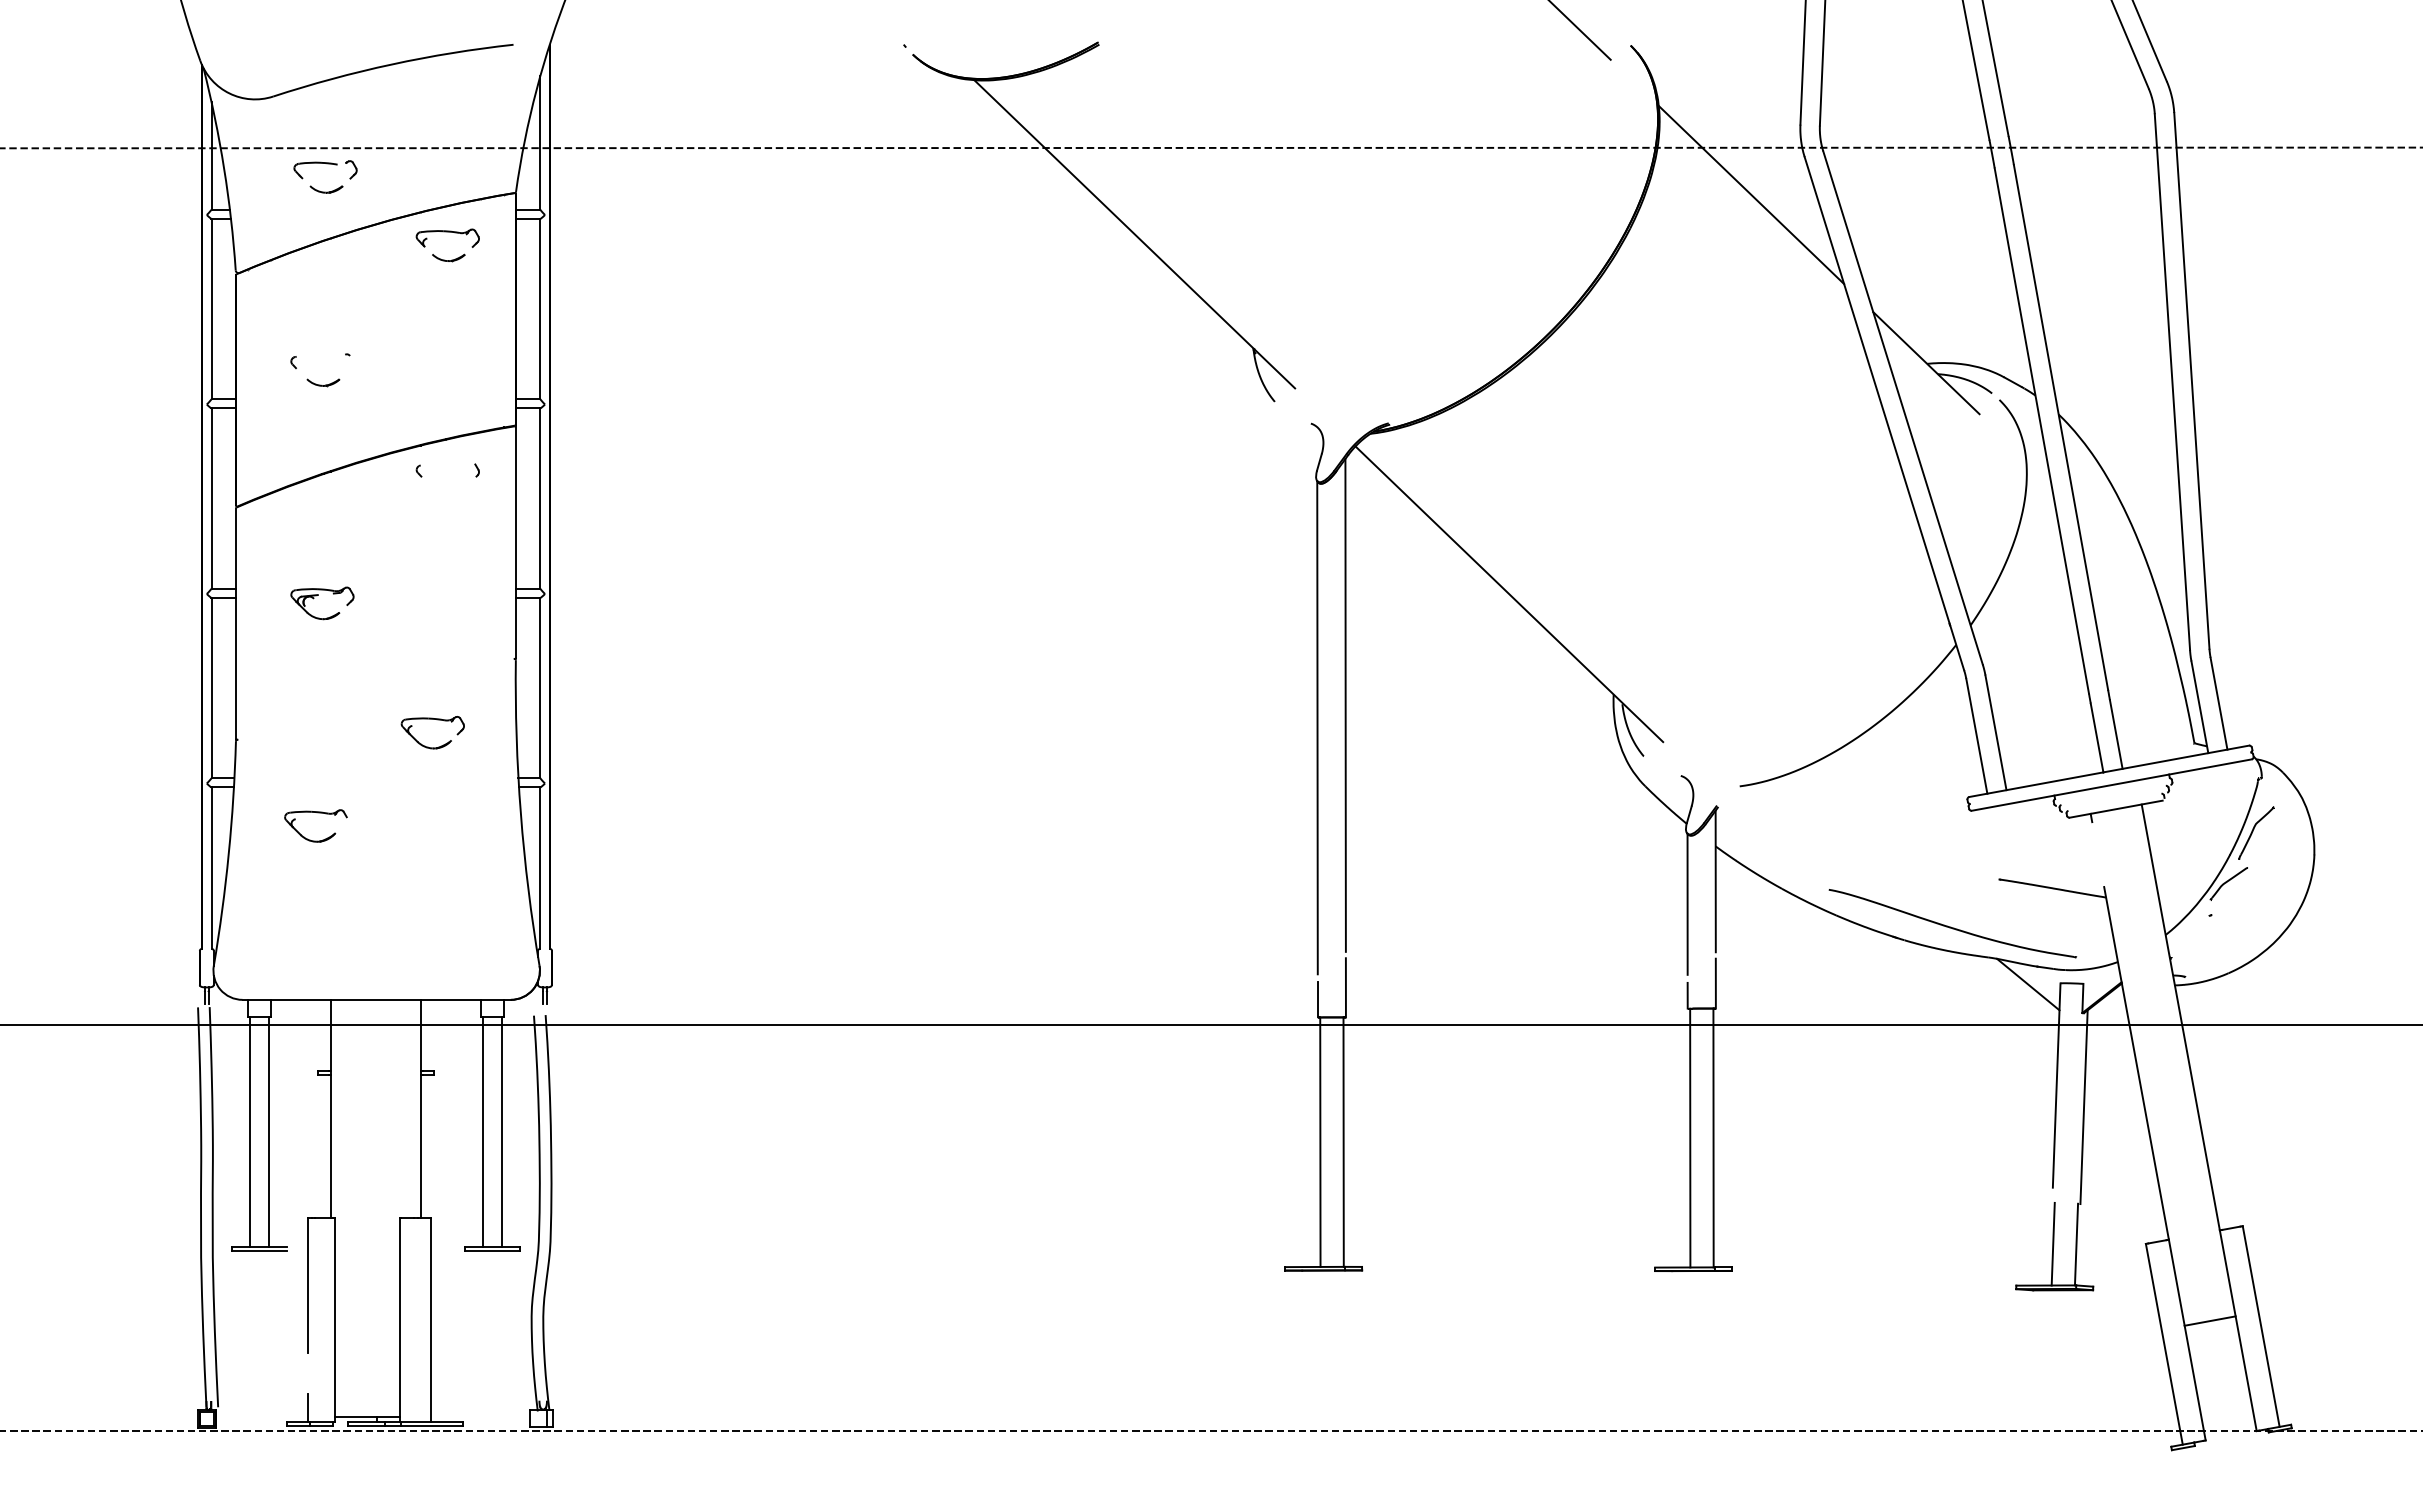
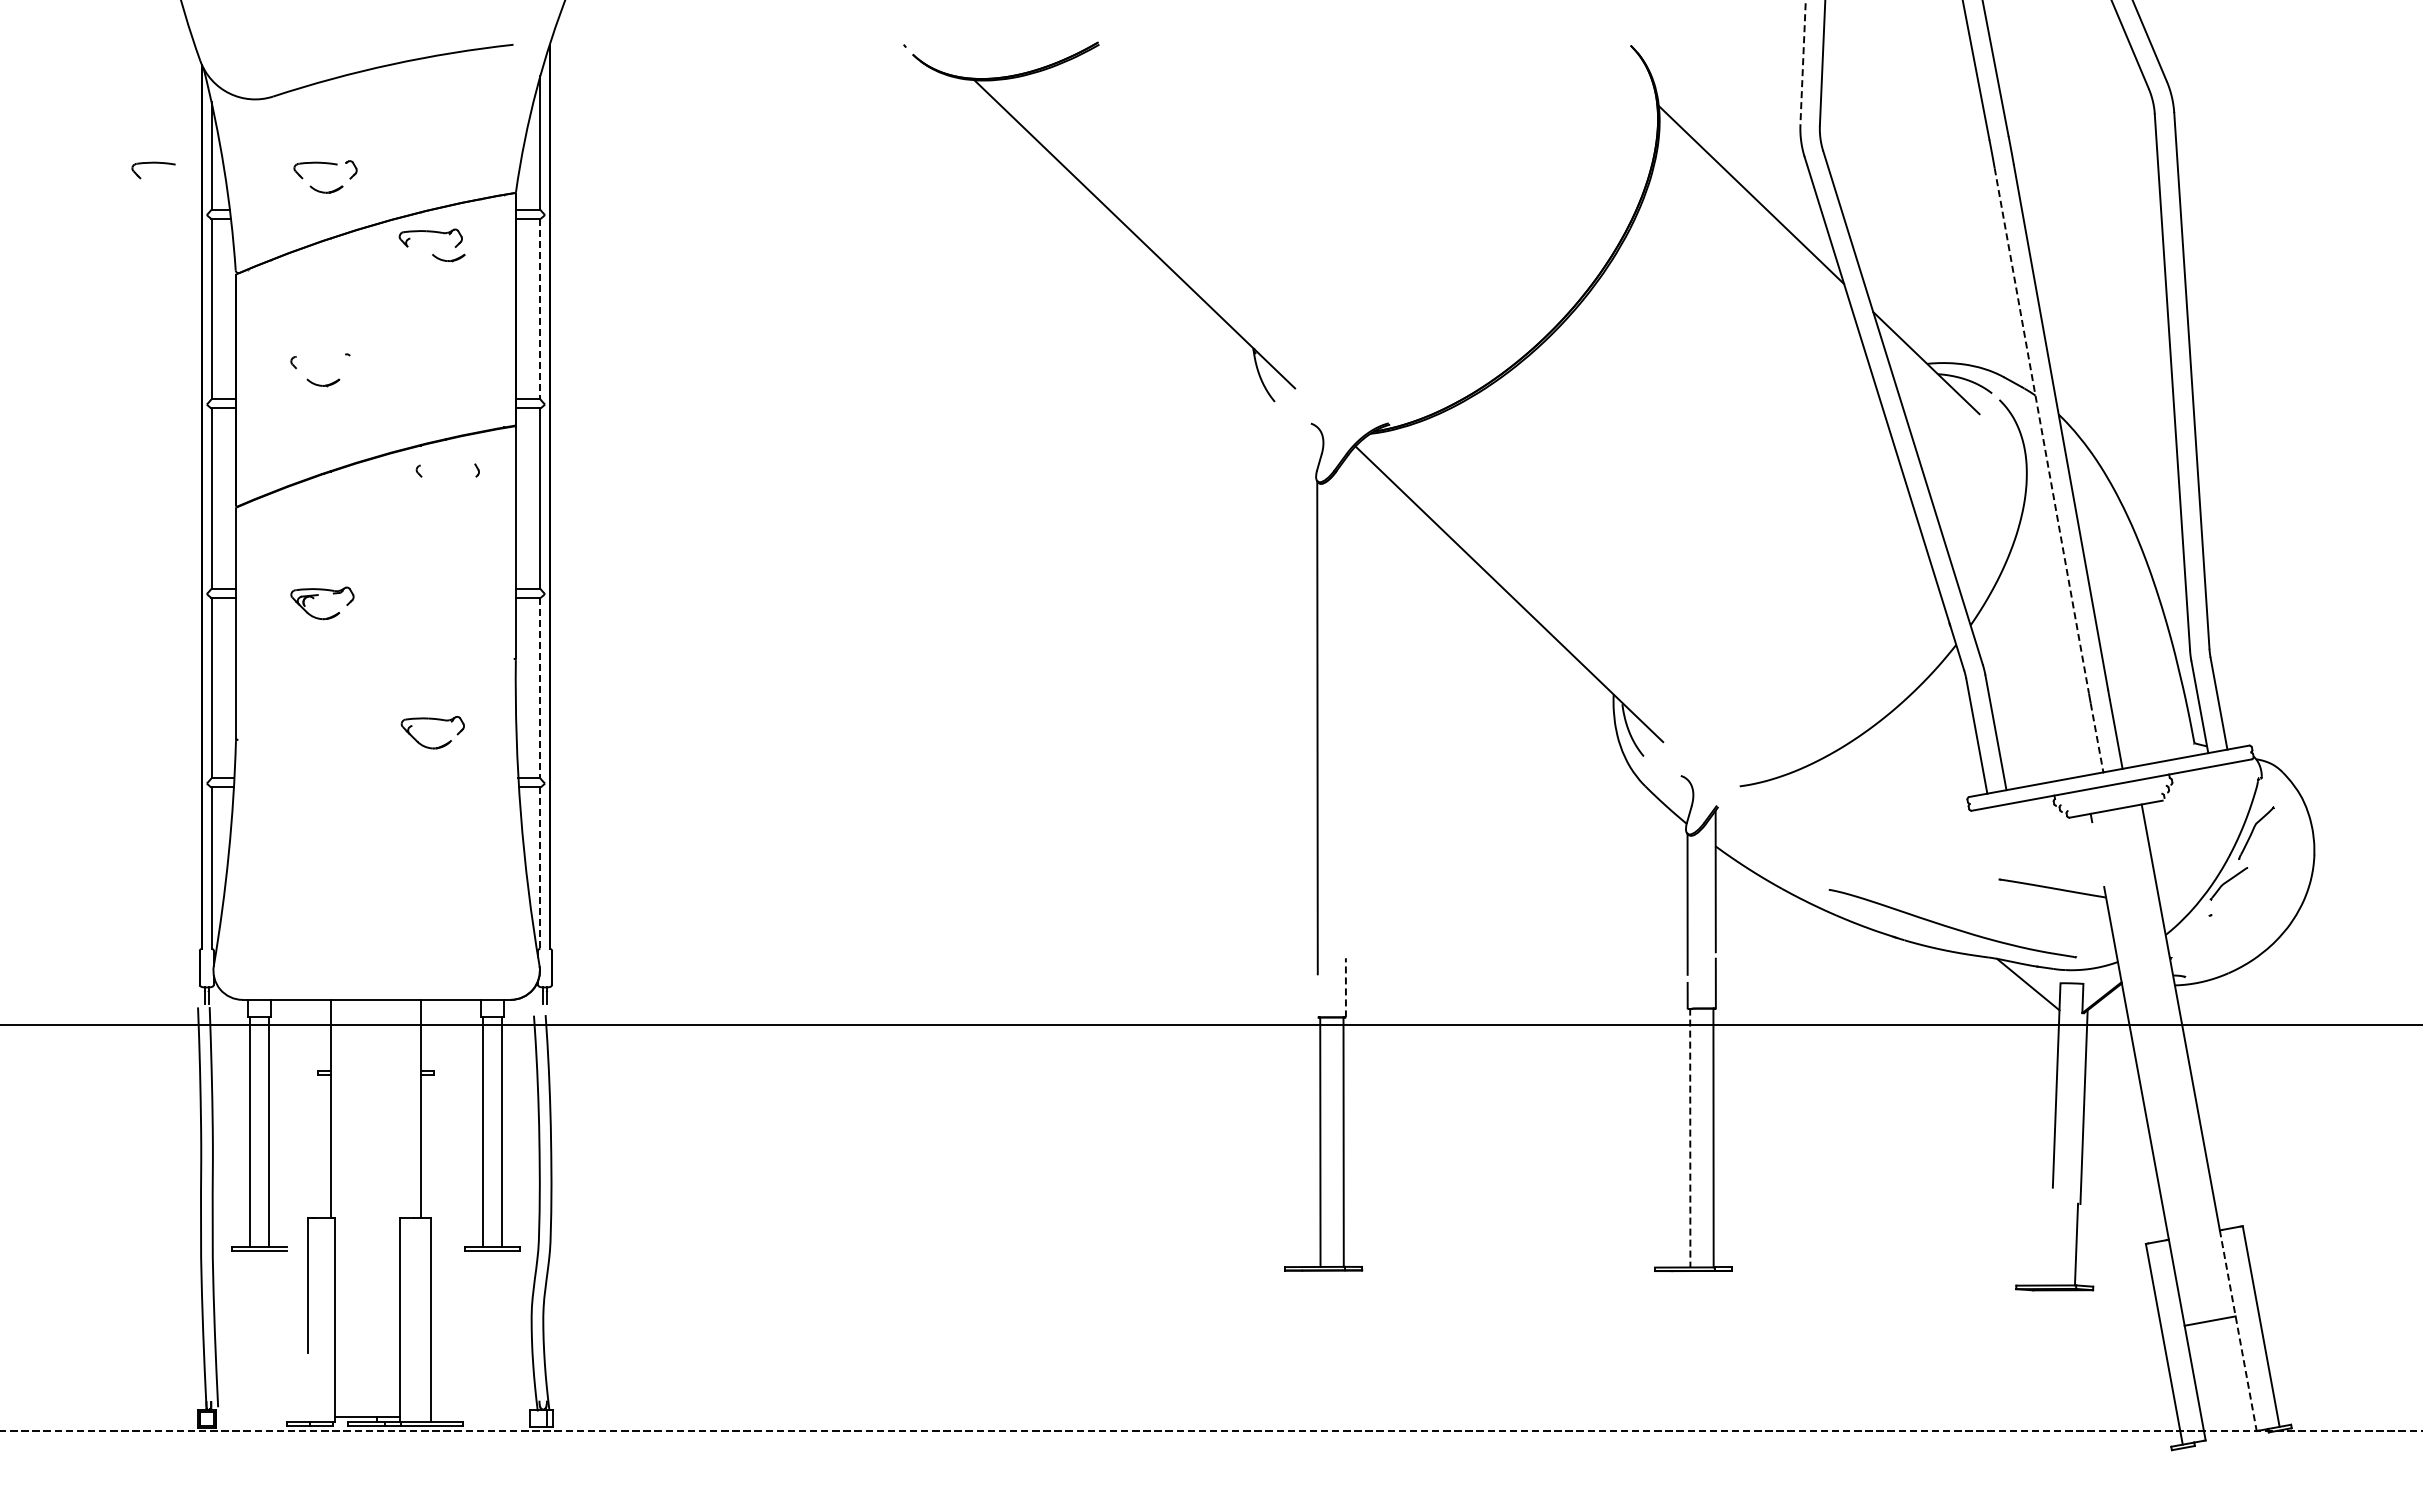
line at (1580, 30): present -> none
line at (1803, 62): solid -> dashed
line at (1210, 147): present -> none
part at (153, 163): none -> present
part at (447, 237) position: (447, 237) -> (430, 237)
line at (540, 309): solid -> dashed
line at (2041, 430): solid -> dashed
line at (540, 688): solid -> dashed
line at (1345, 704): present -> none
line at (2097, 737): solid -> dashed
part at (317, 813): present -> none
line at (540, 868): solid -> dashed
line at (1345, 987): solid -> dashed
line at (1317, 999): present -> none
line at (1690, 1138): solid -> dashed
line at (2052, 1243): present -> none
line at (2238, 1331): solid -> dashed
line at (307, 1407): present -> none
